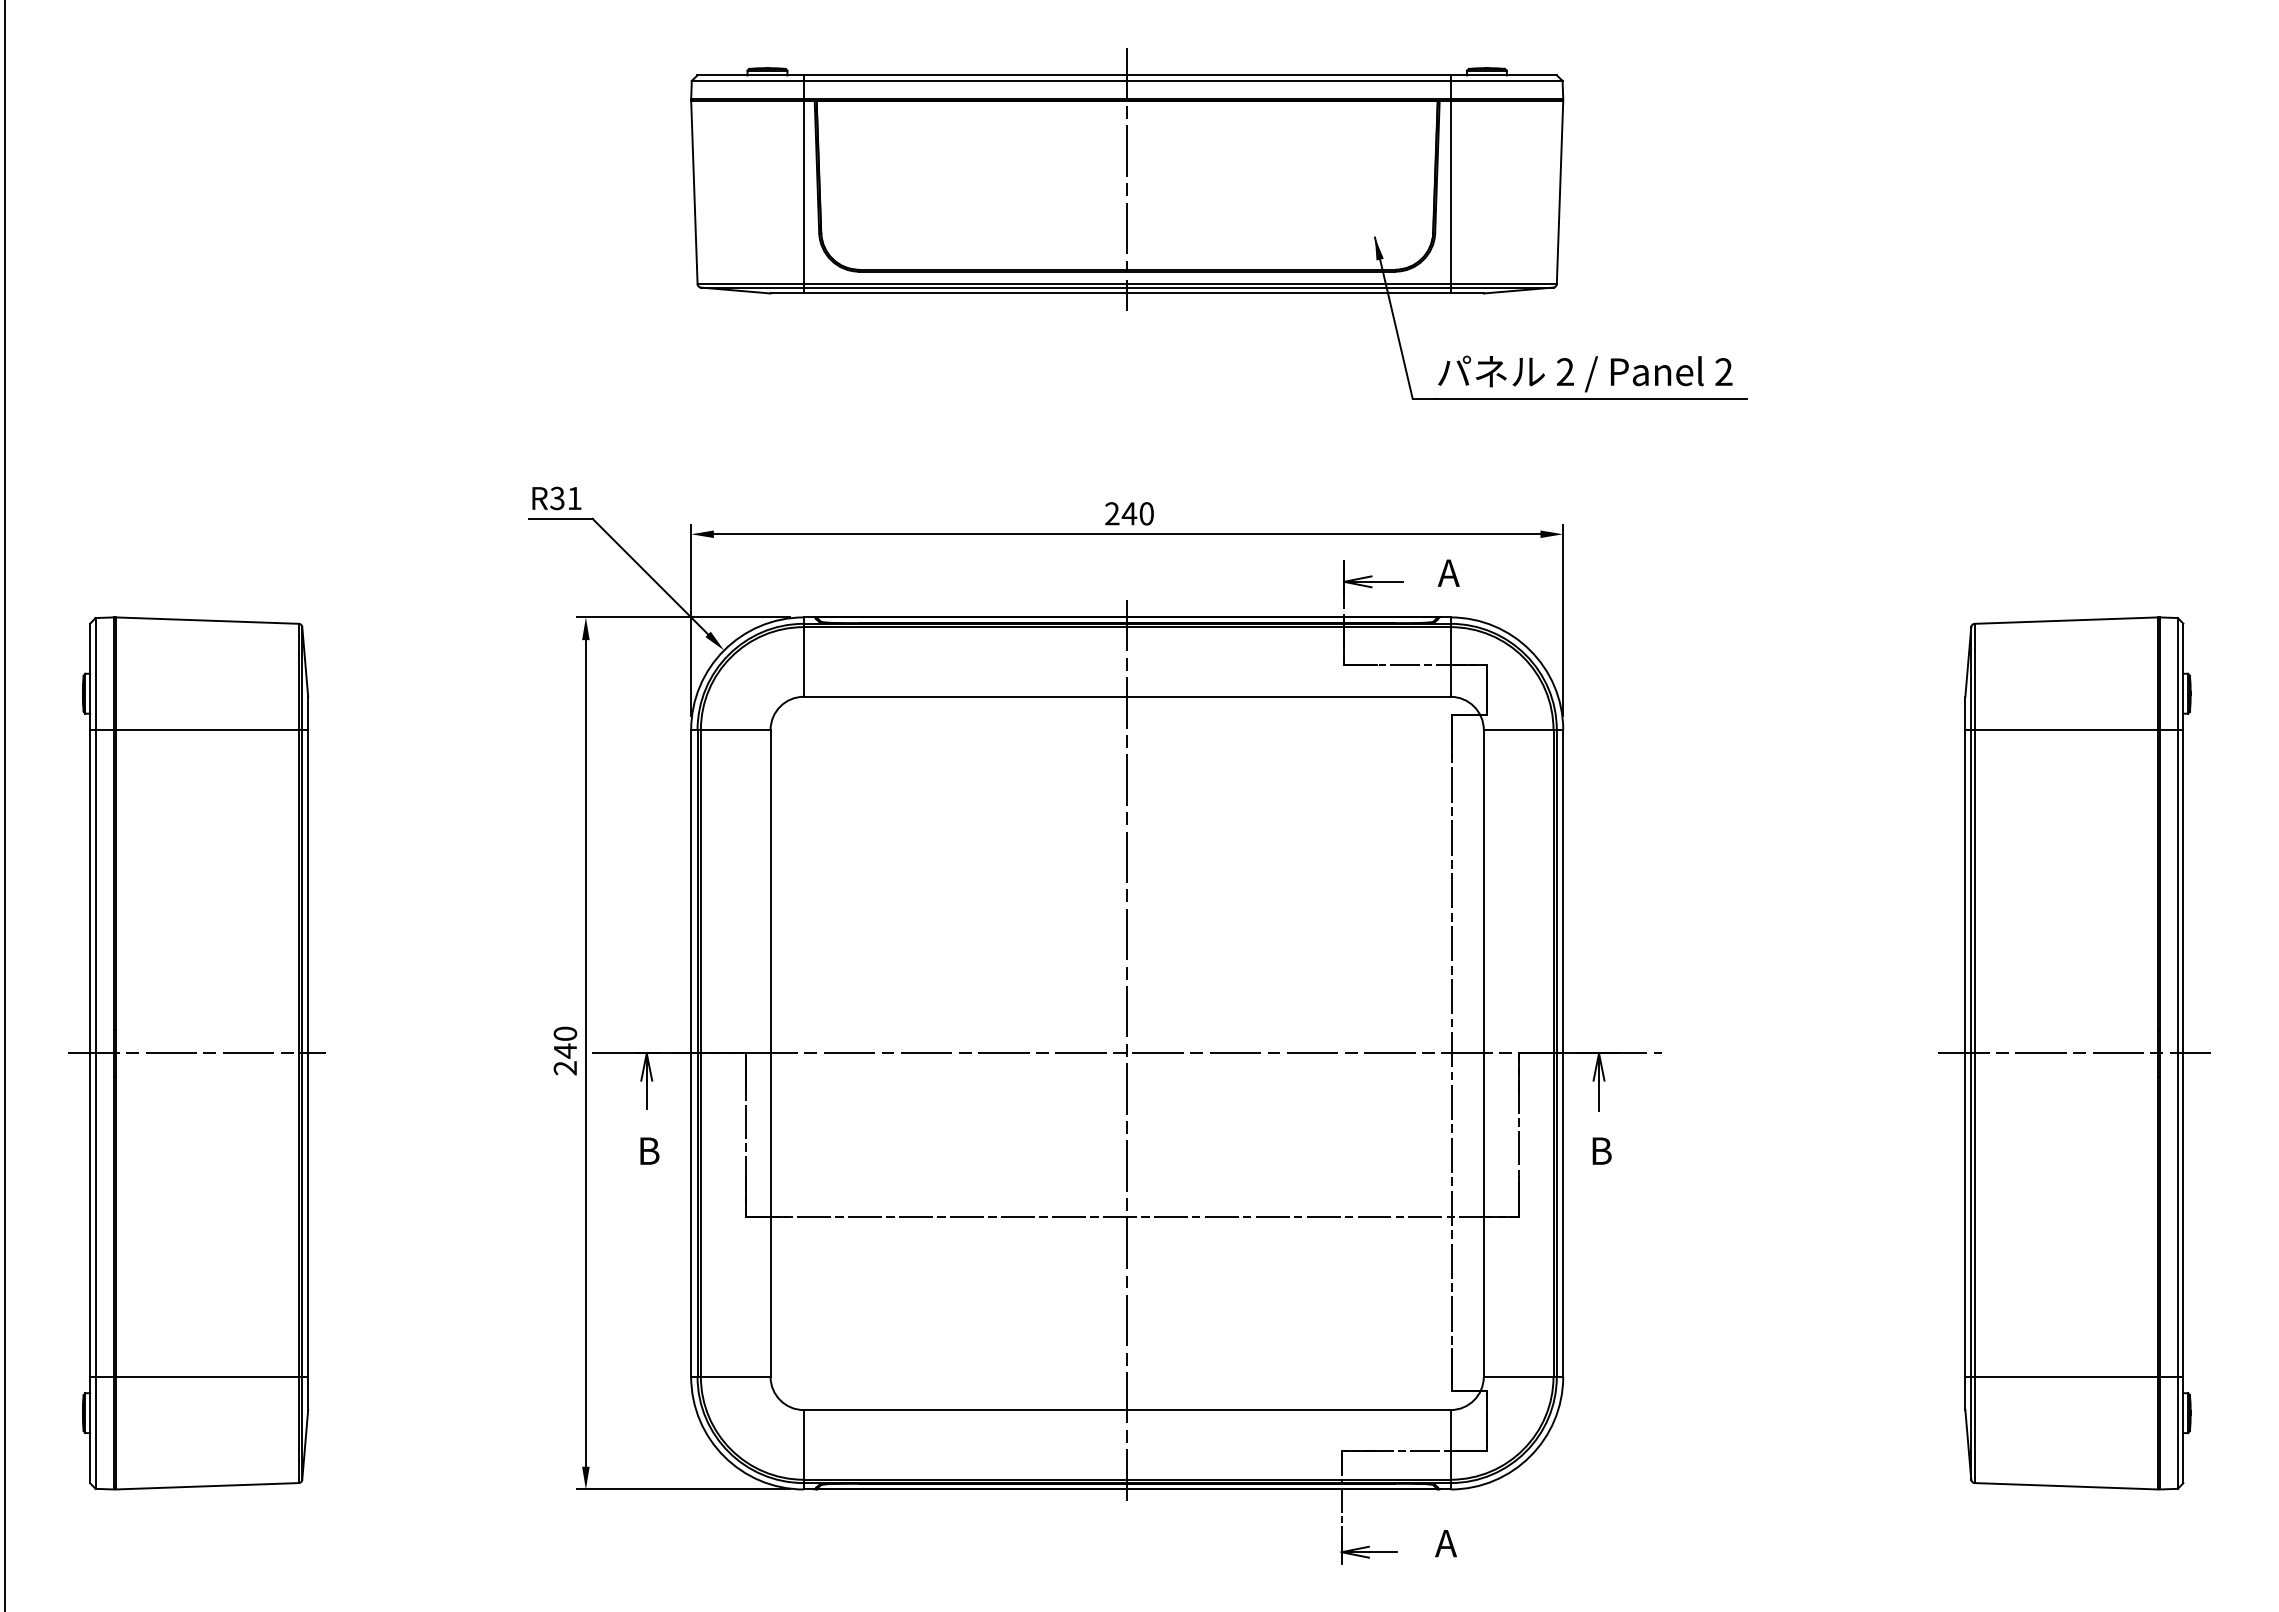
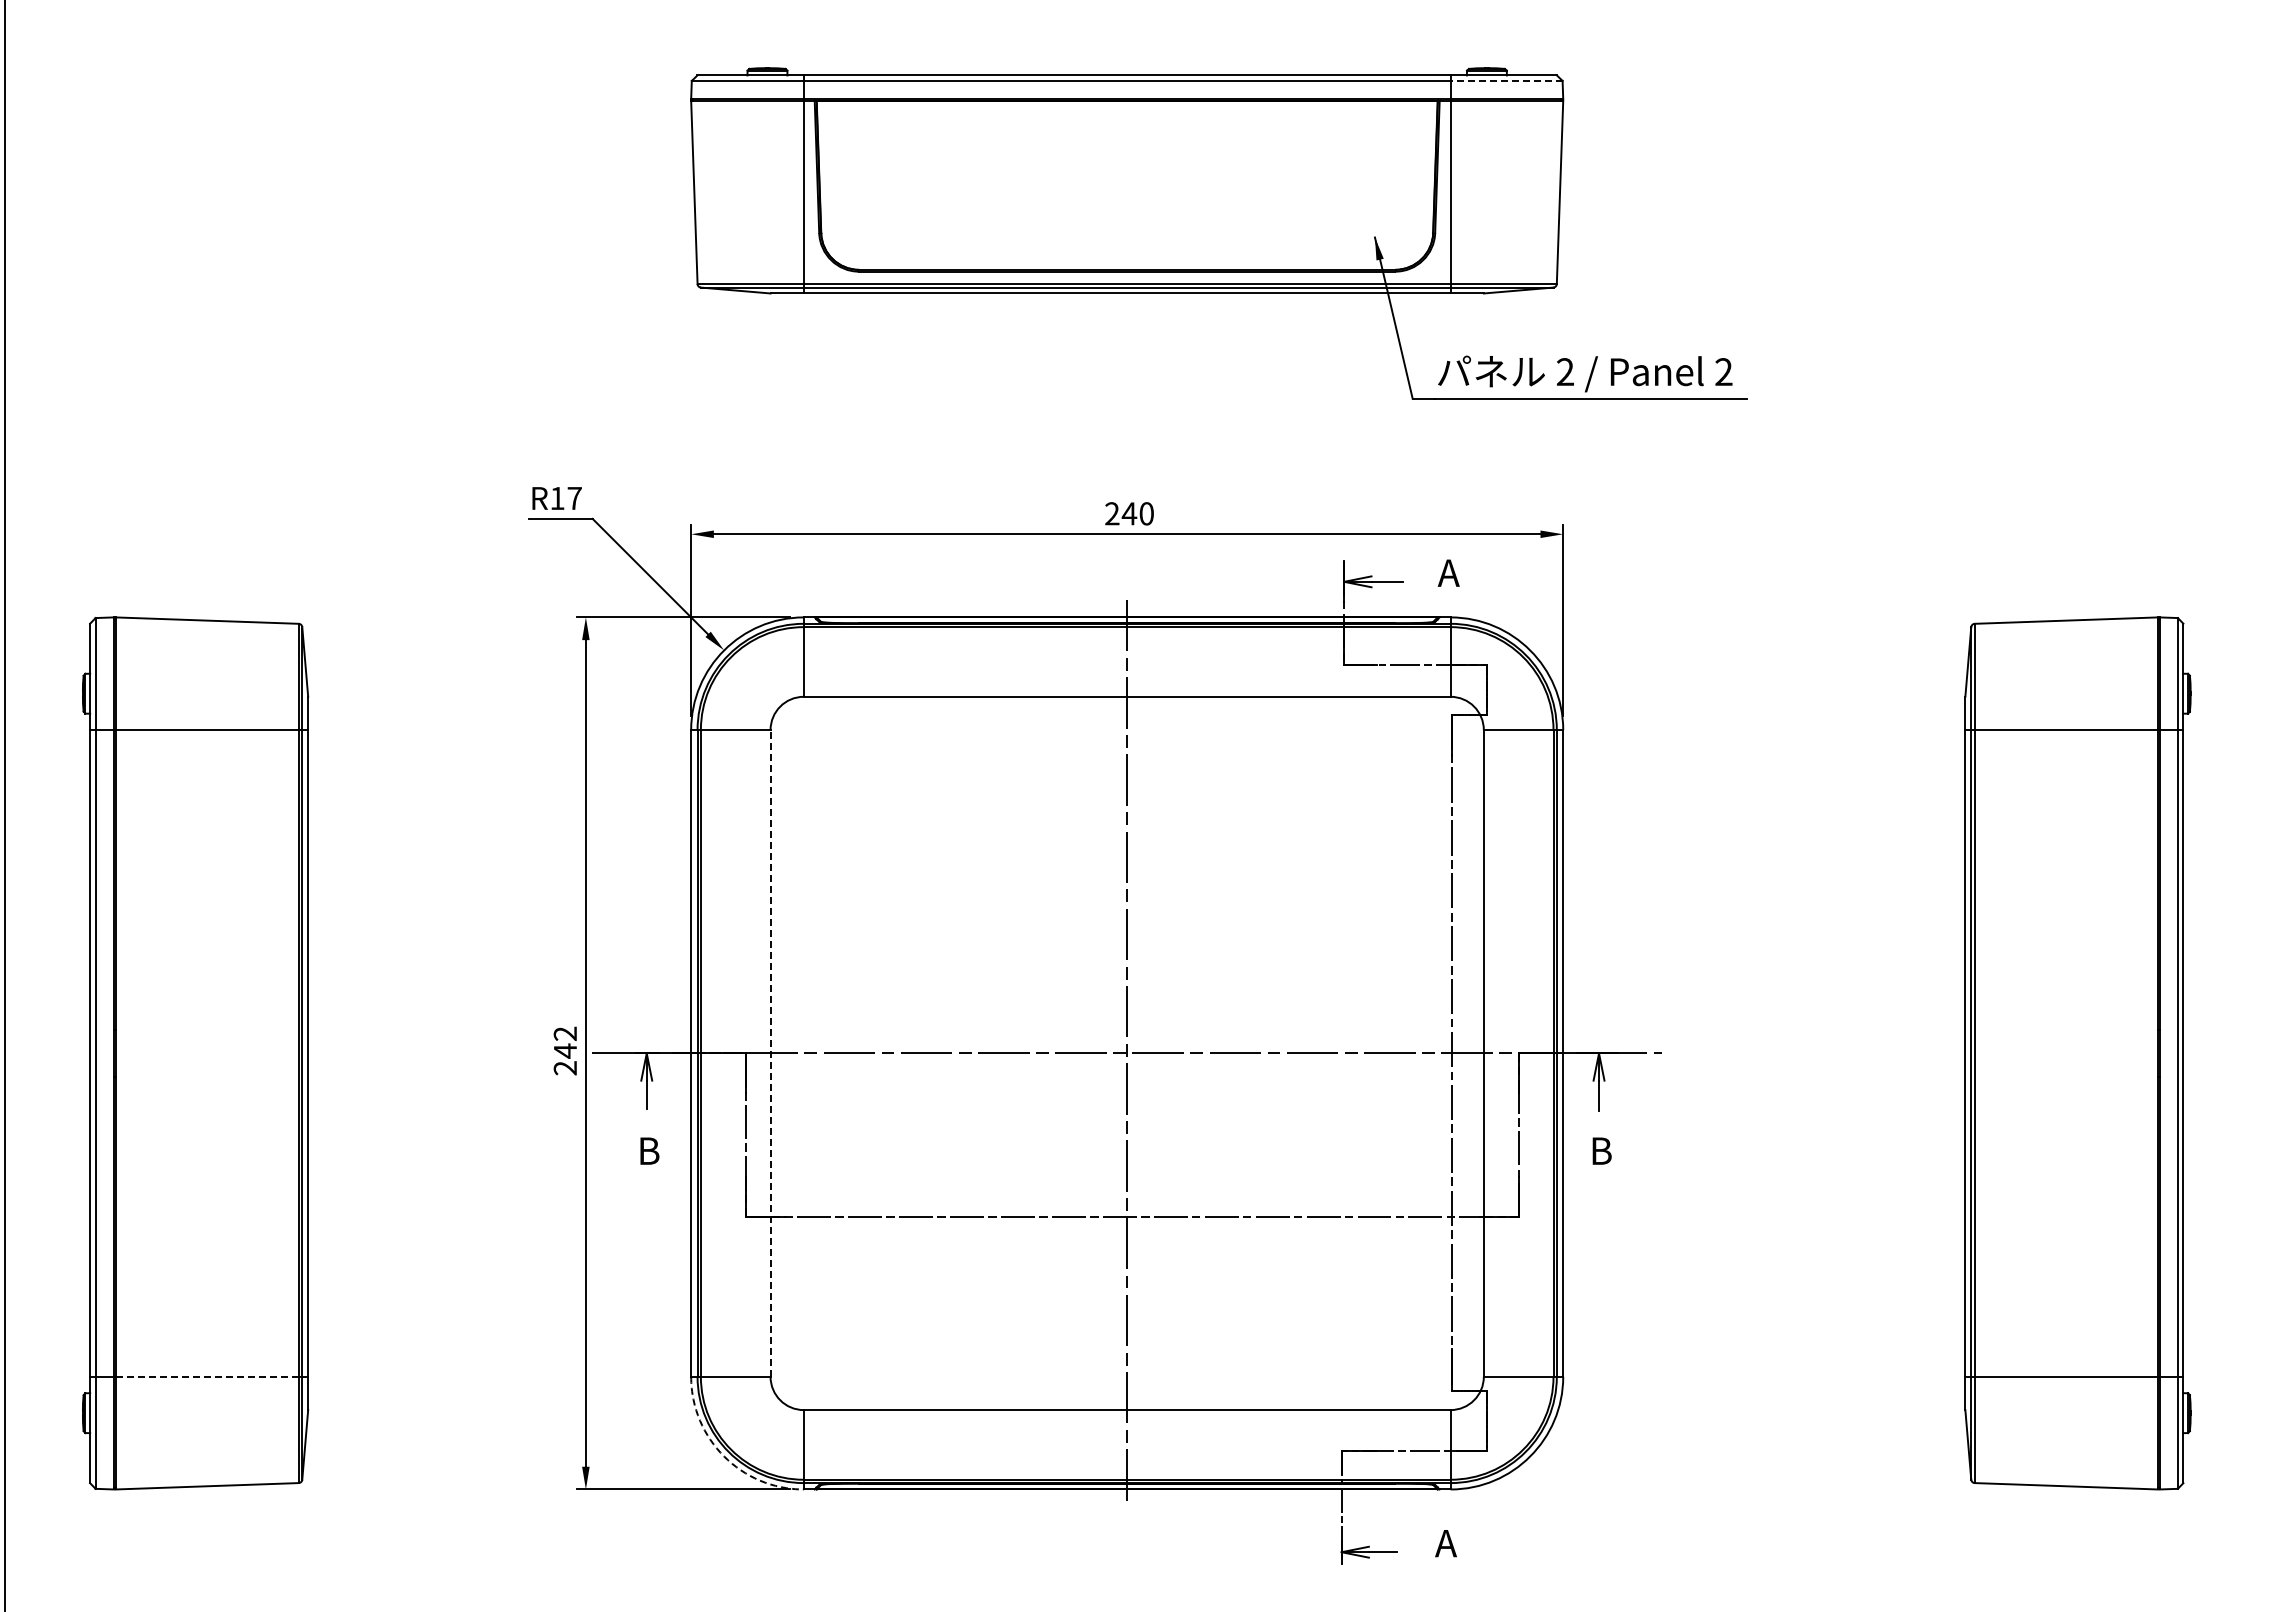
line at (1506, 80): solid -> dashed
line at (1127, 179): present -> none
text at (565, 498): R31 -> R17
text at (565, 1033): 240 -> 242
line at (770, 1052): solid -> dashed
line at (197, 1053): present -> none
line at (2074, 1053): present -> none
line at (207, 1376): solid -> dashed
arc at (724, 1456): solid -> dashed
